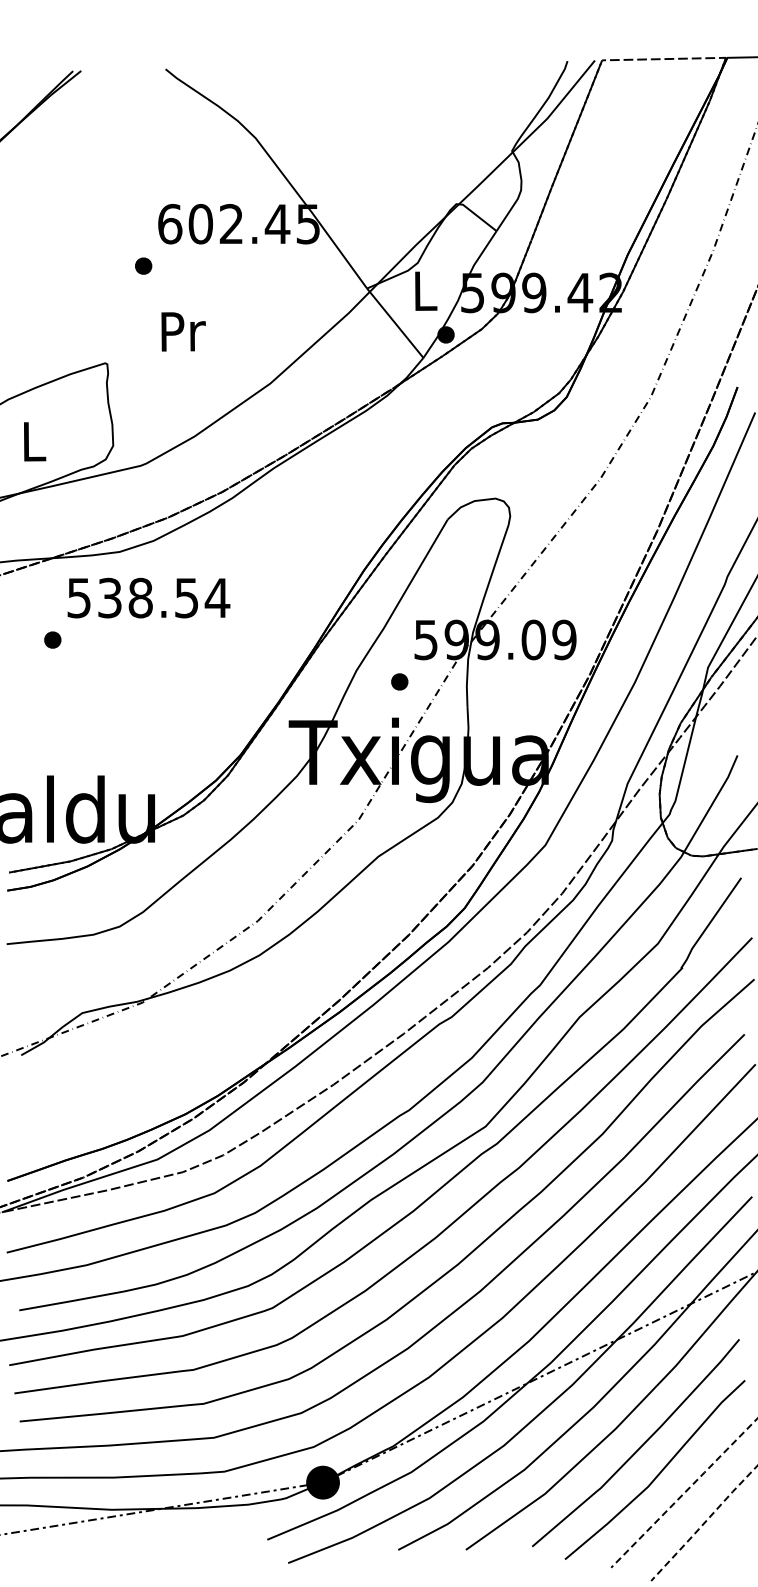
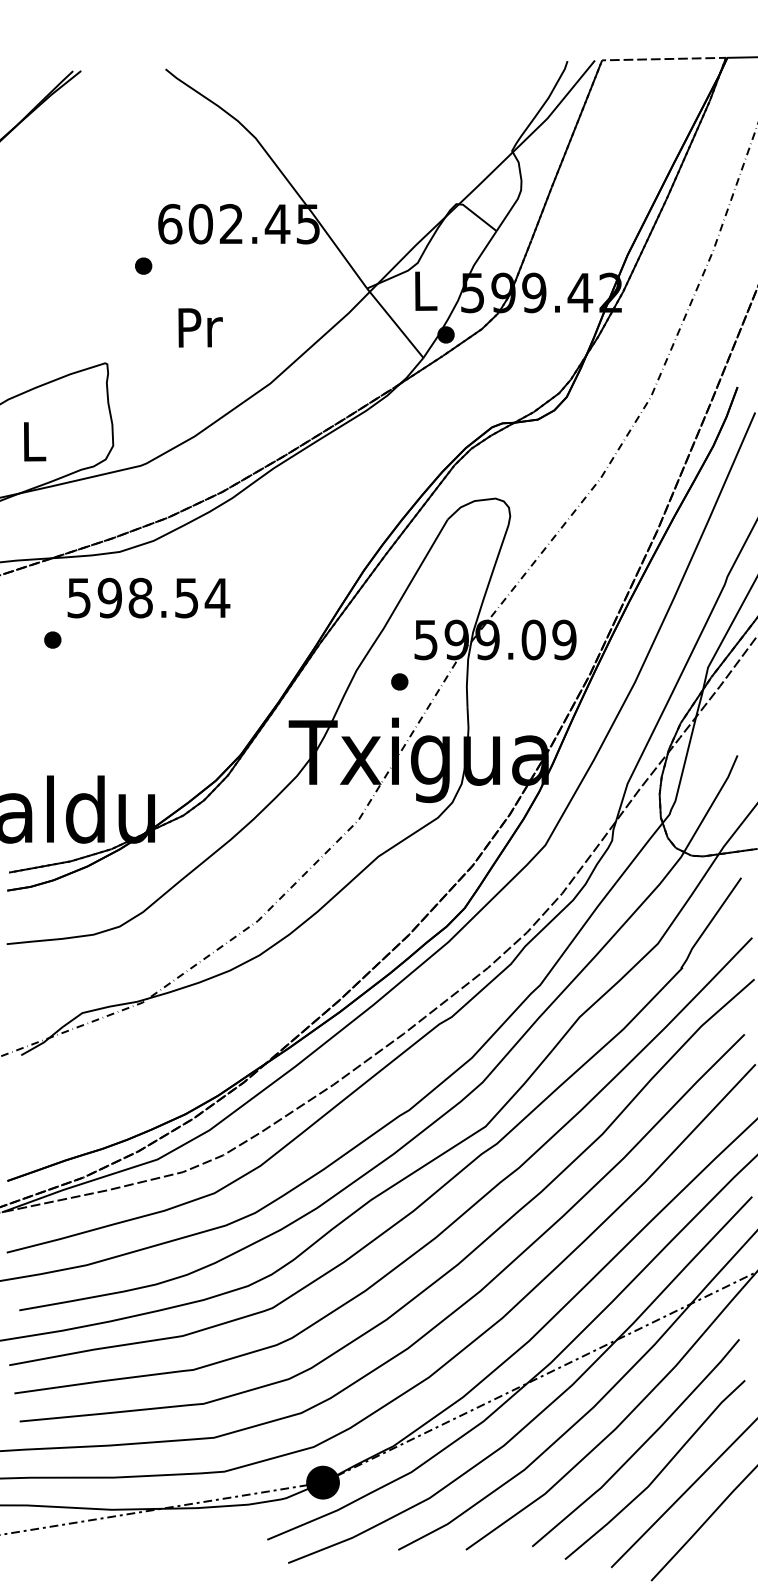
text at (183, 331) position: (183, 331) -> (200, 327)
text at (109, 597): 538.54 -> 598.54
line at (684, 1493): dashed -> solid
line at (704, 1523): dashed -> solid
